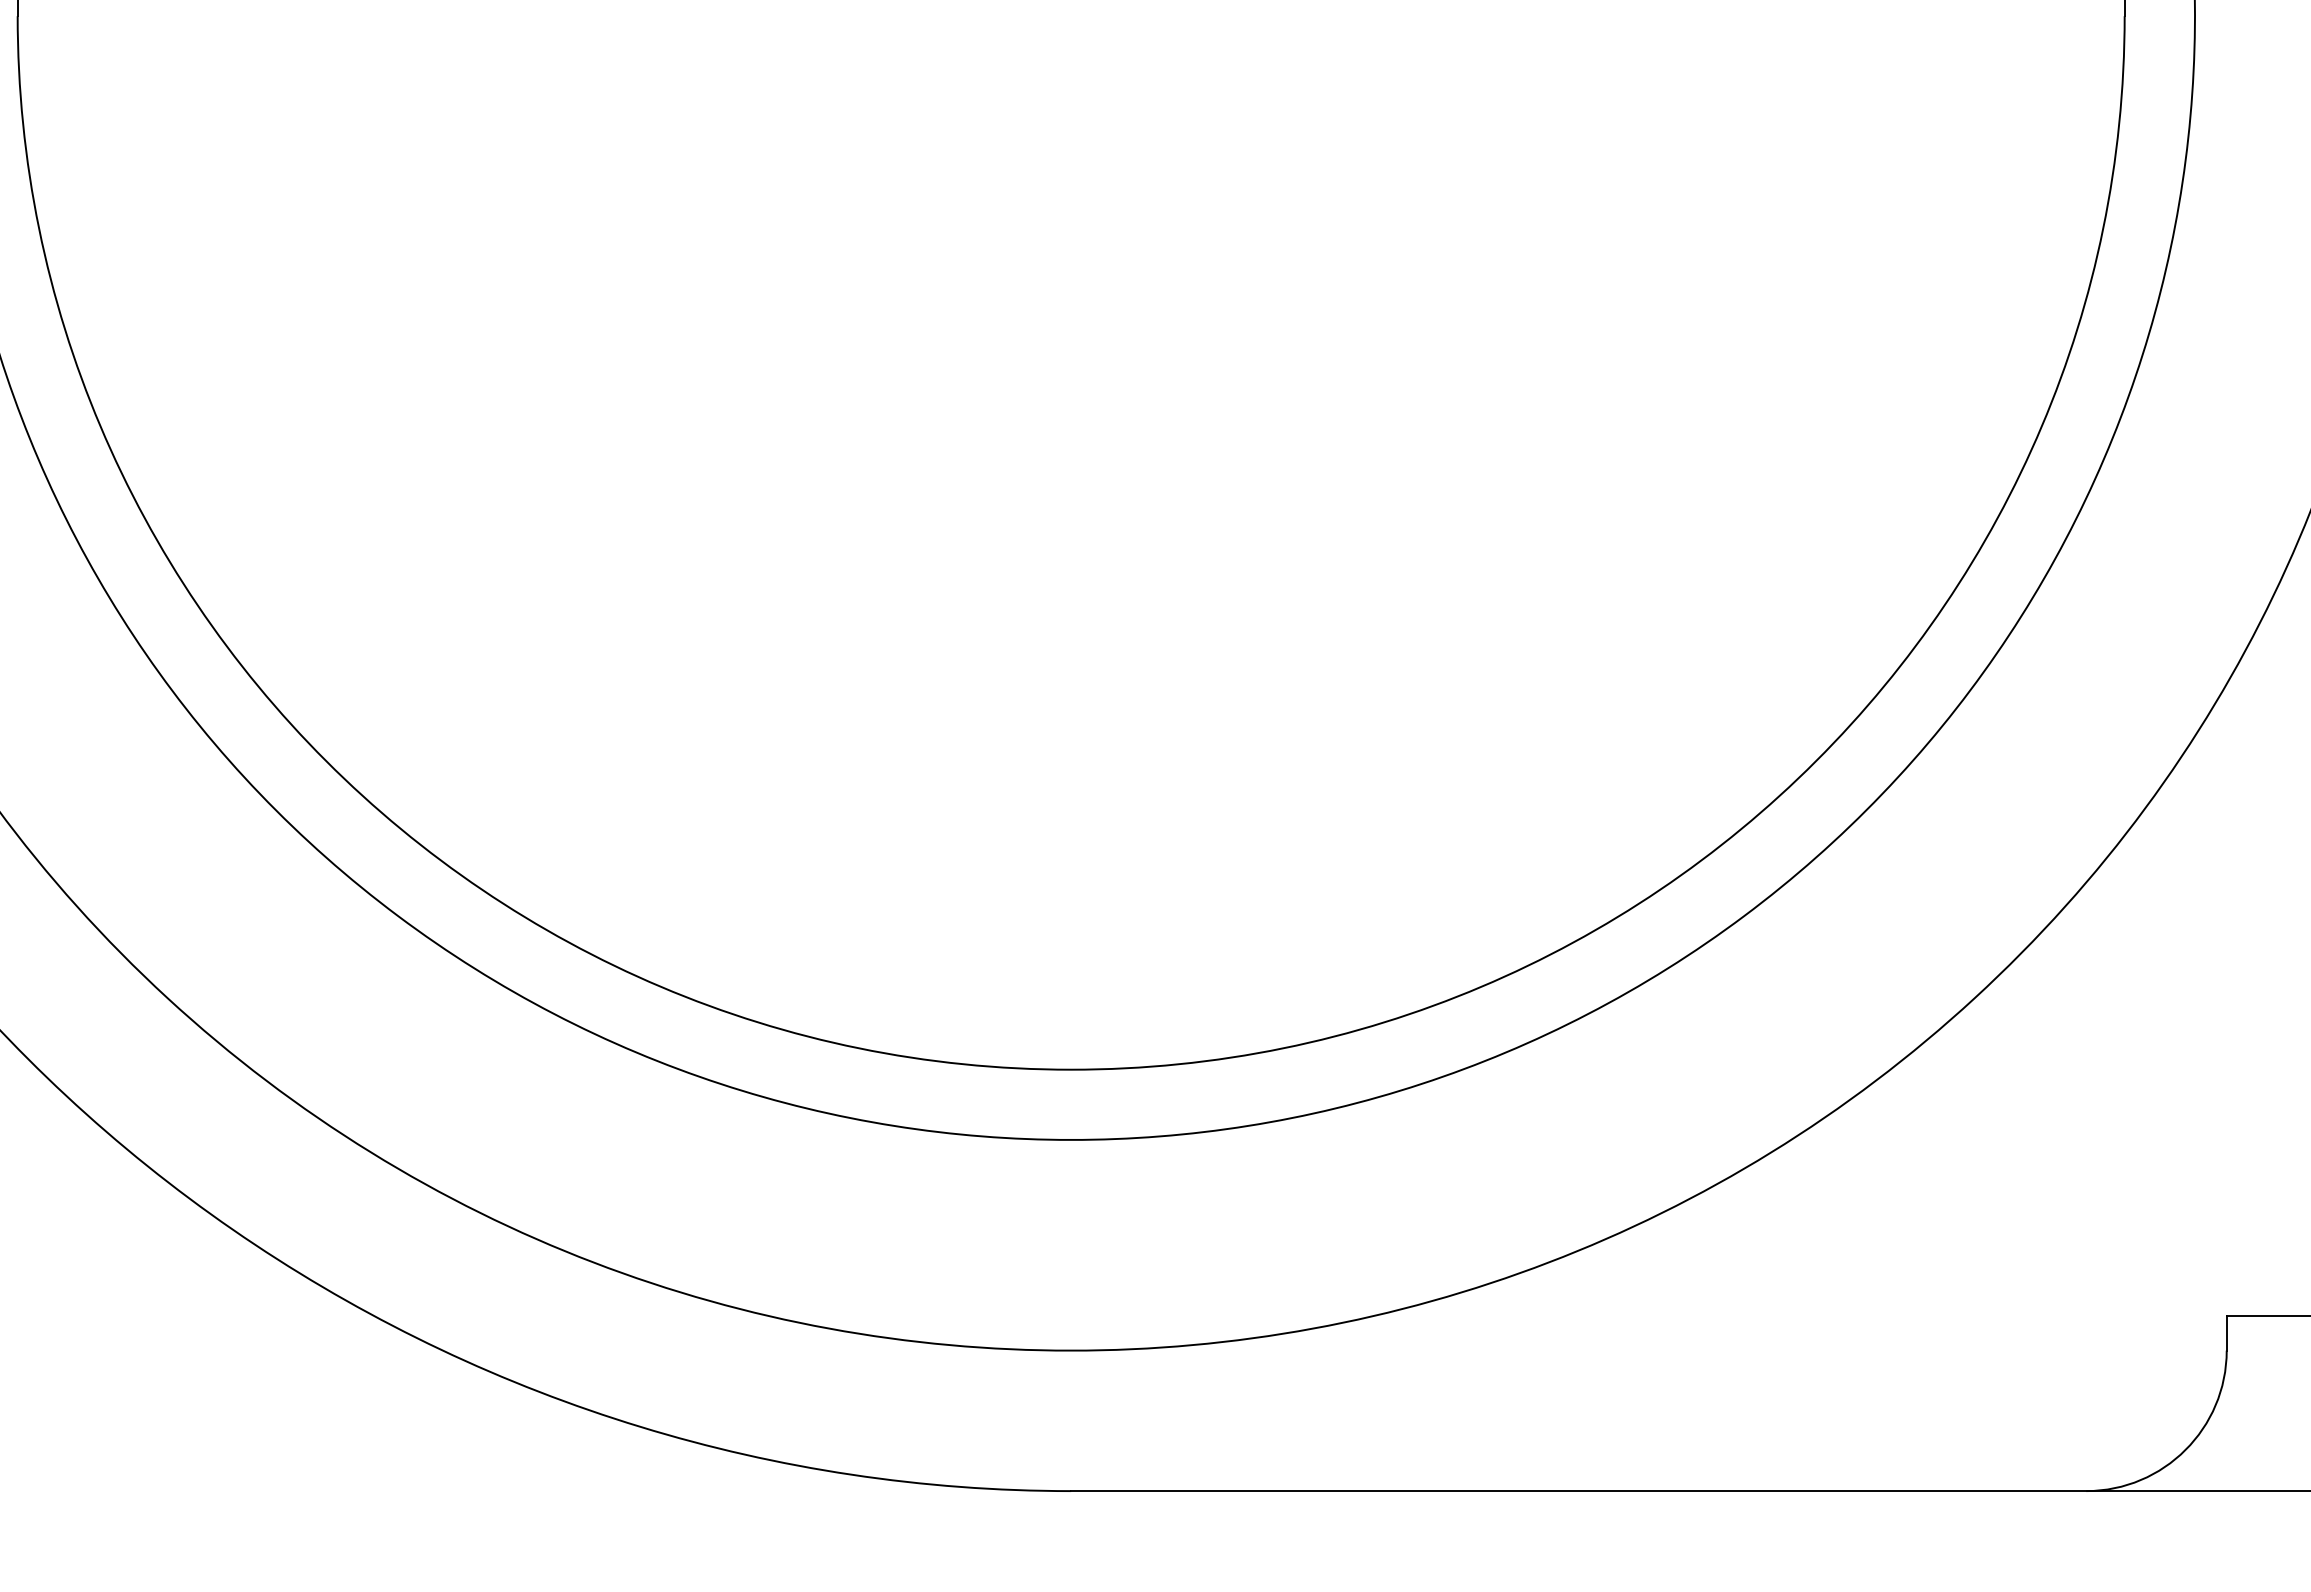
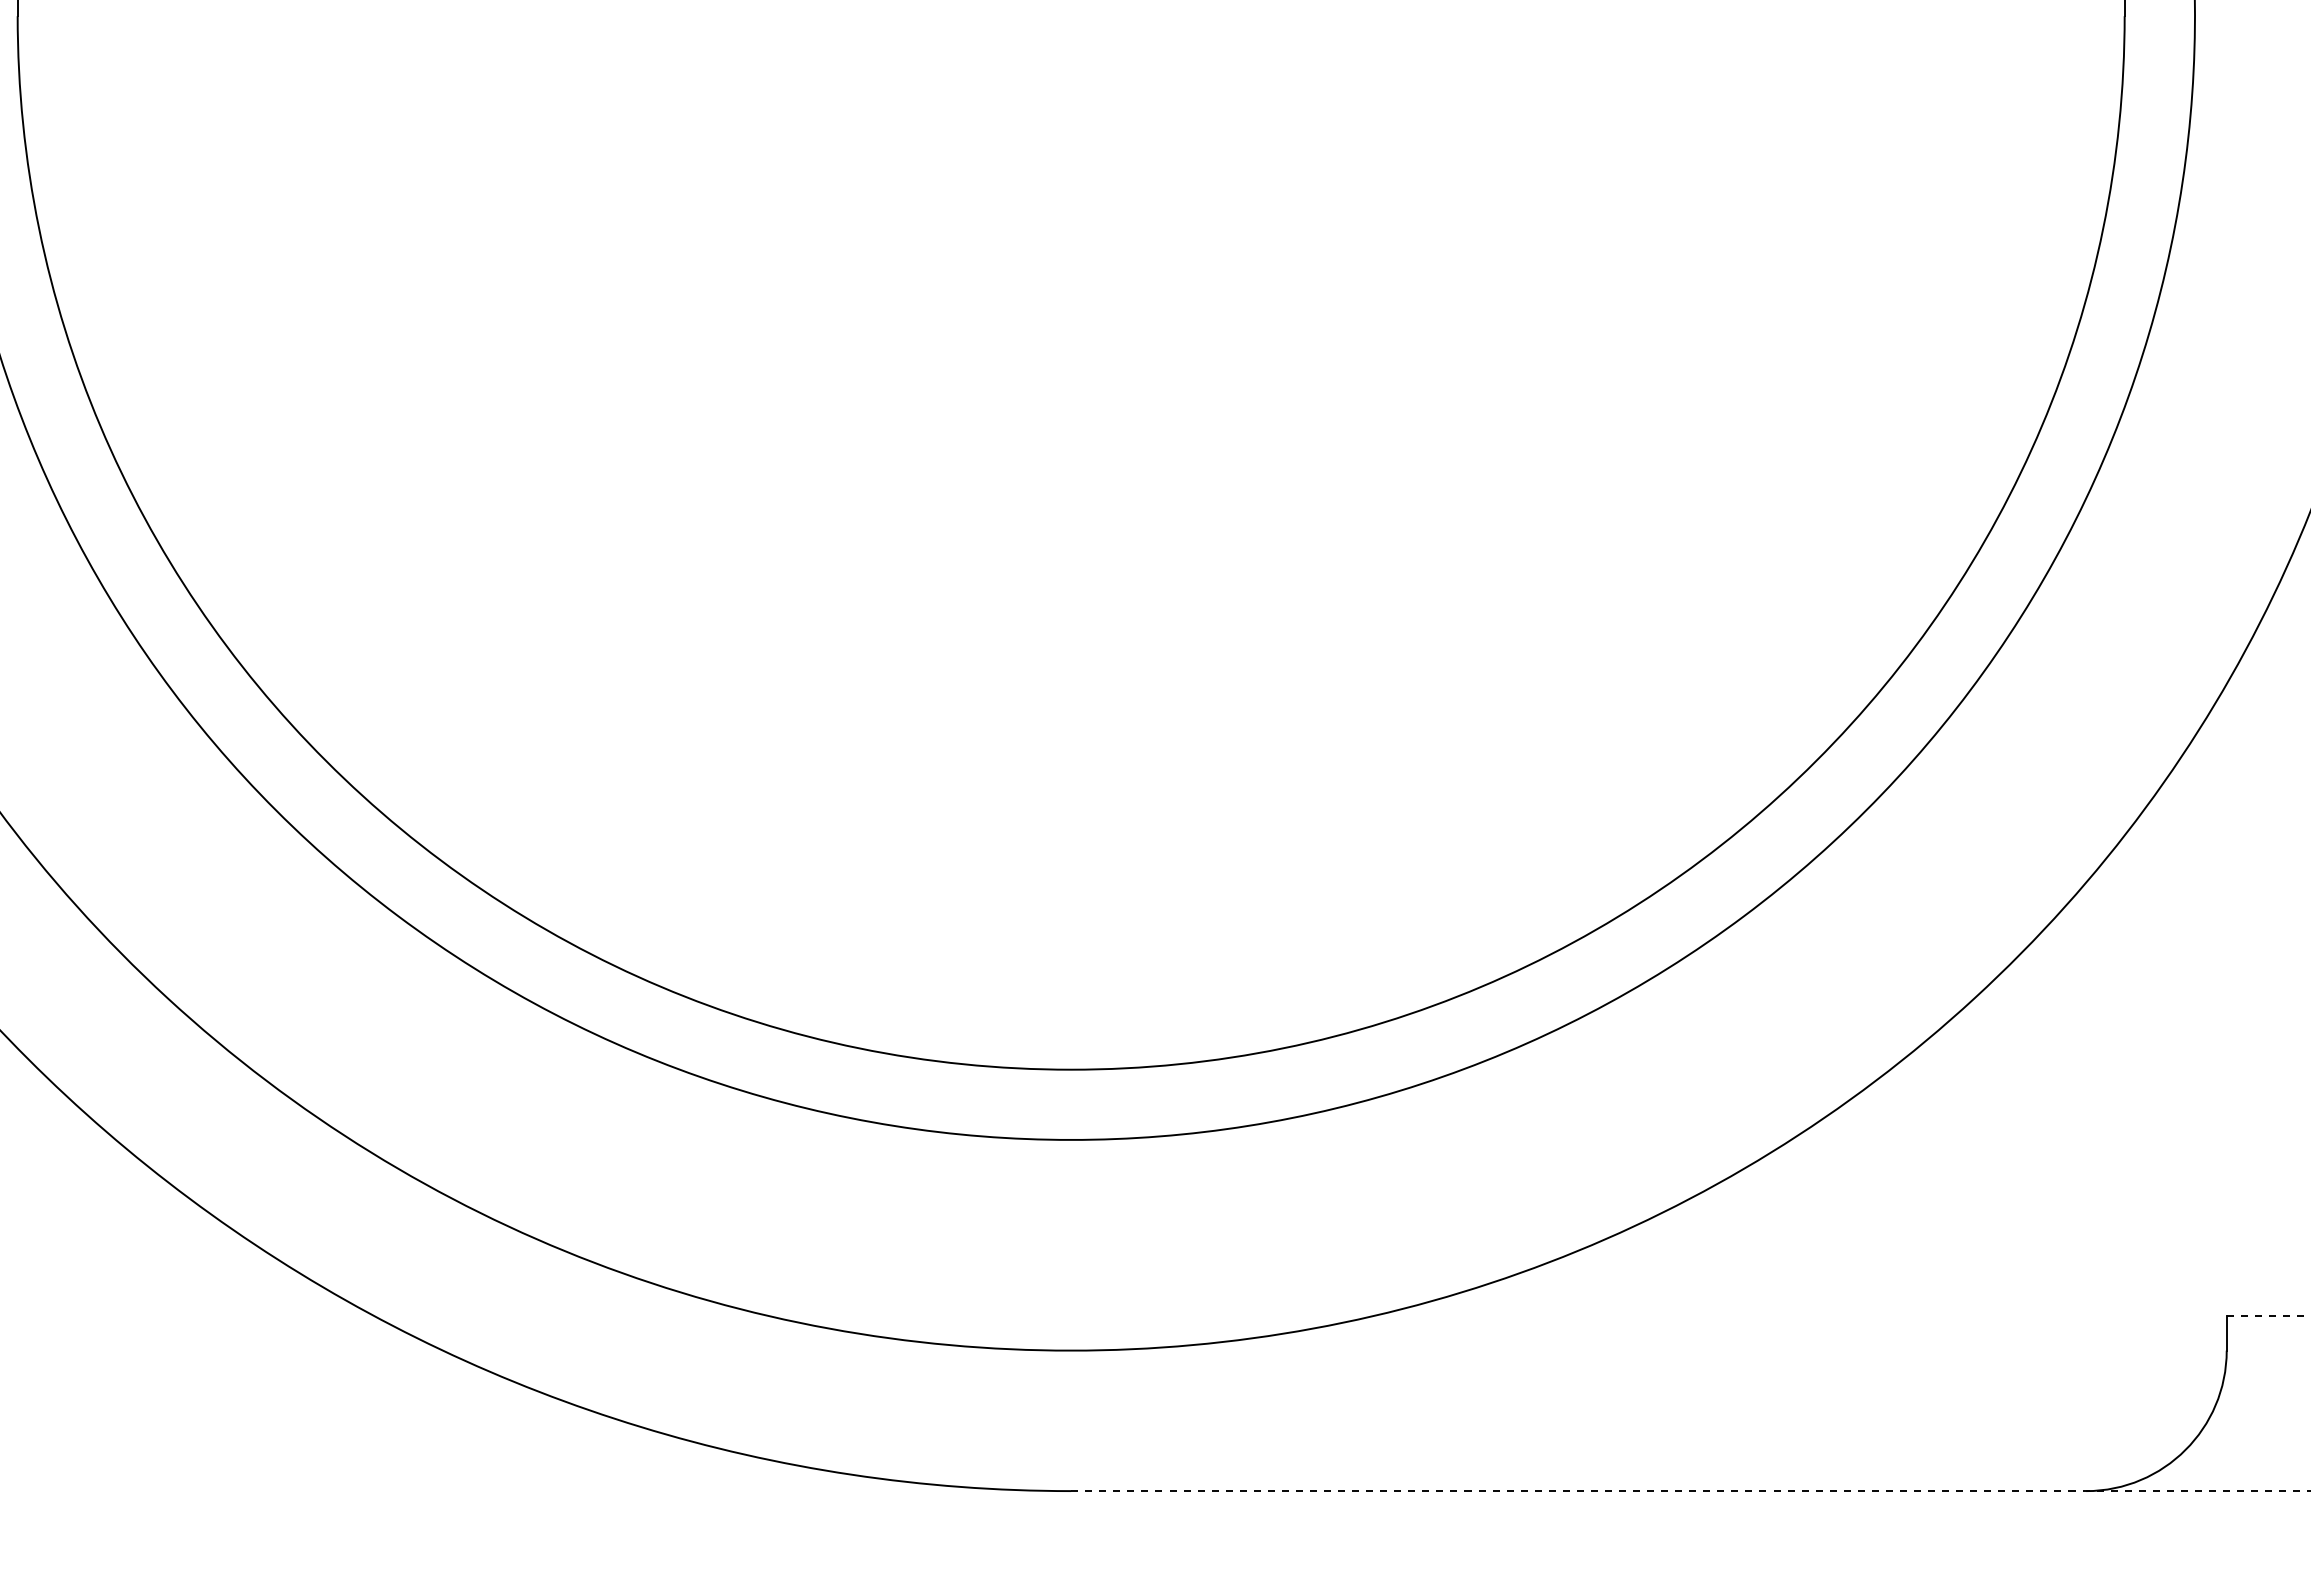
line at (2268, 1315): solid -> dashed
line at (1690, 1491): solid -> dashed
